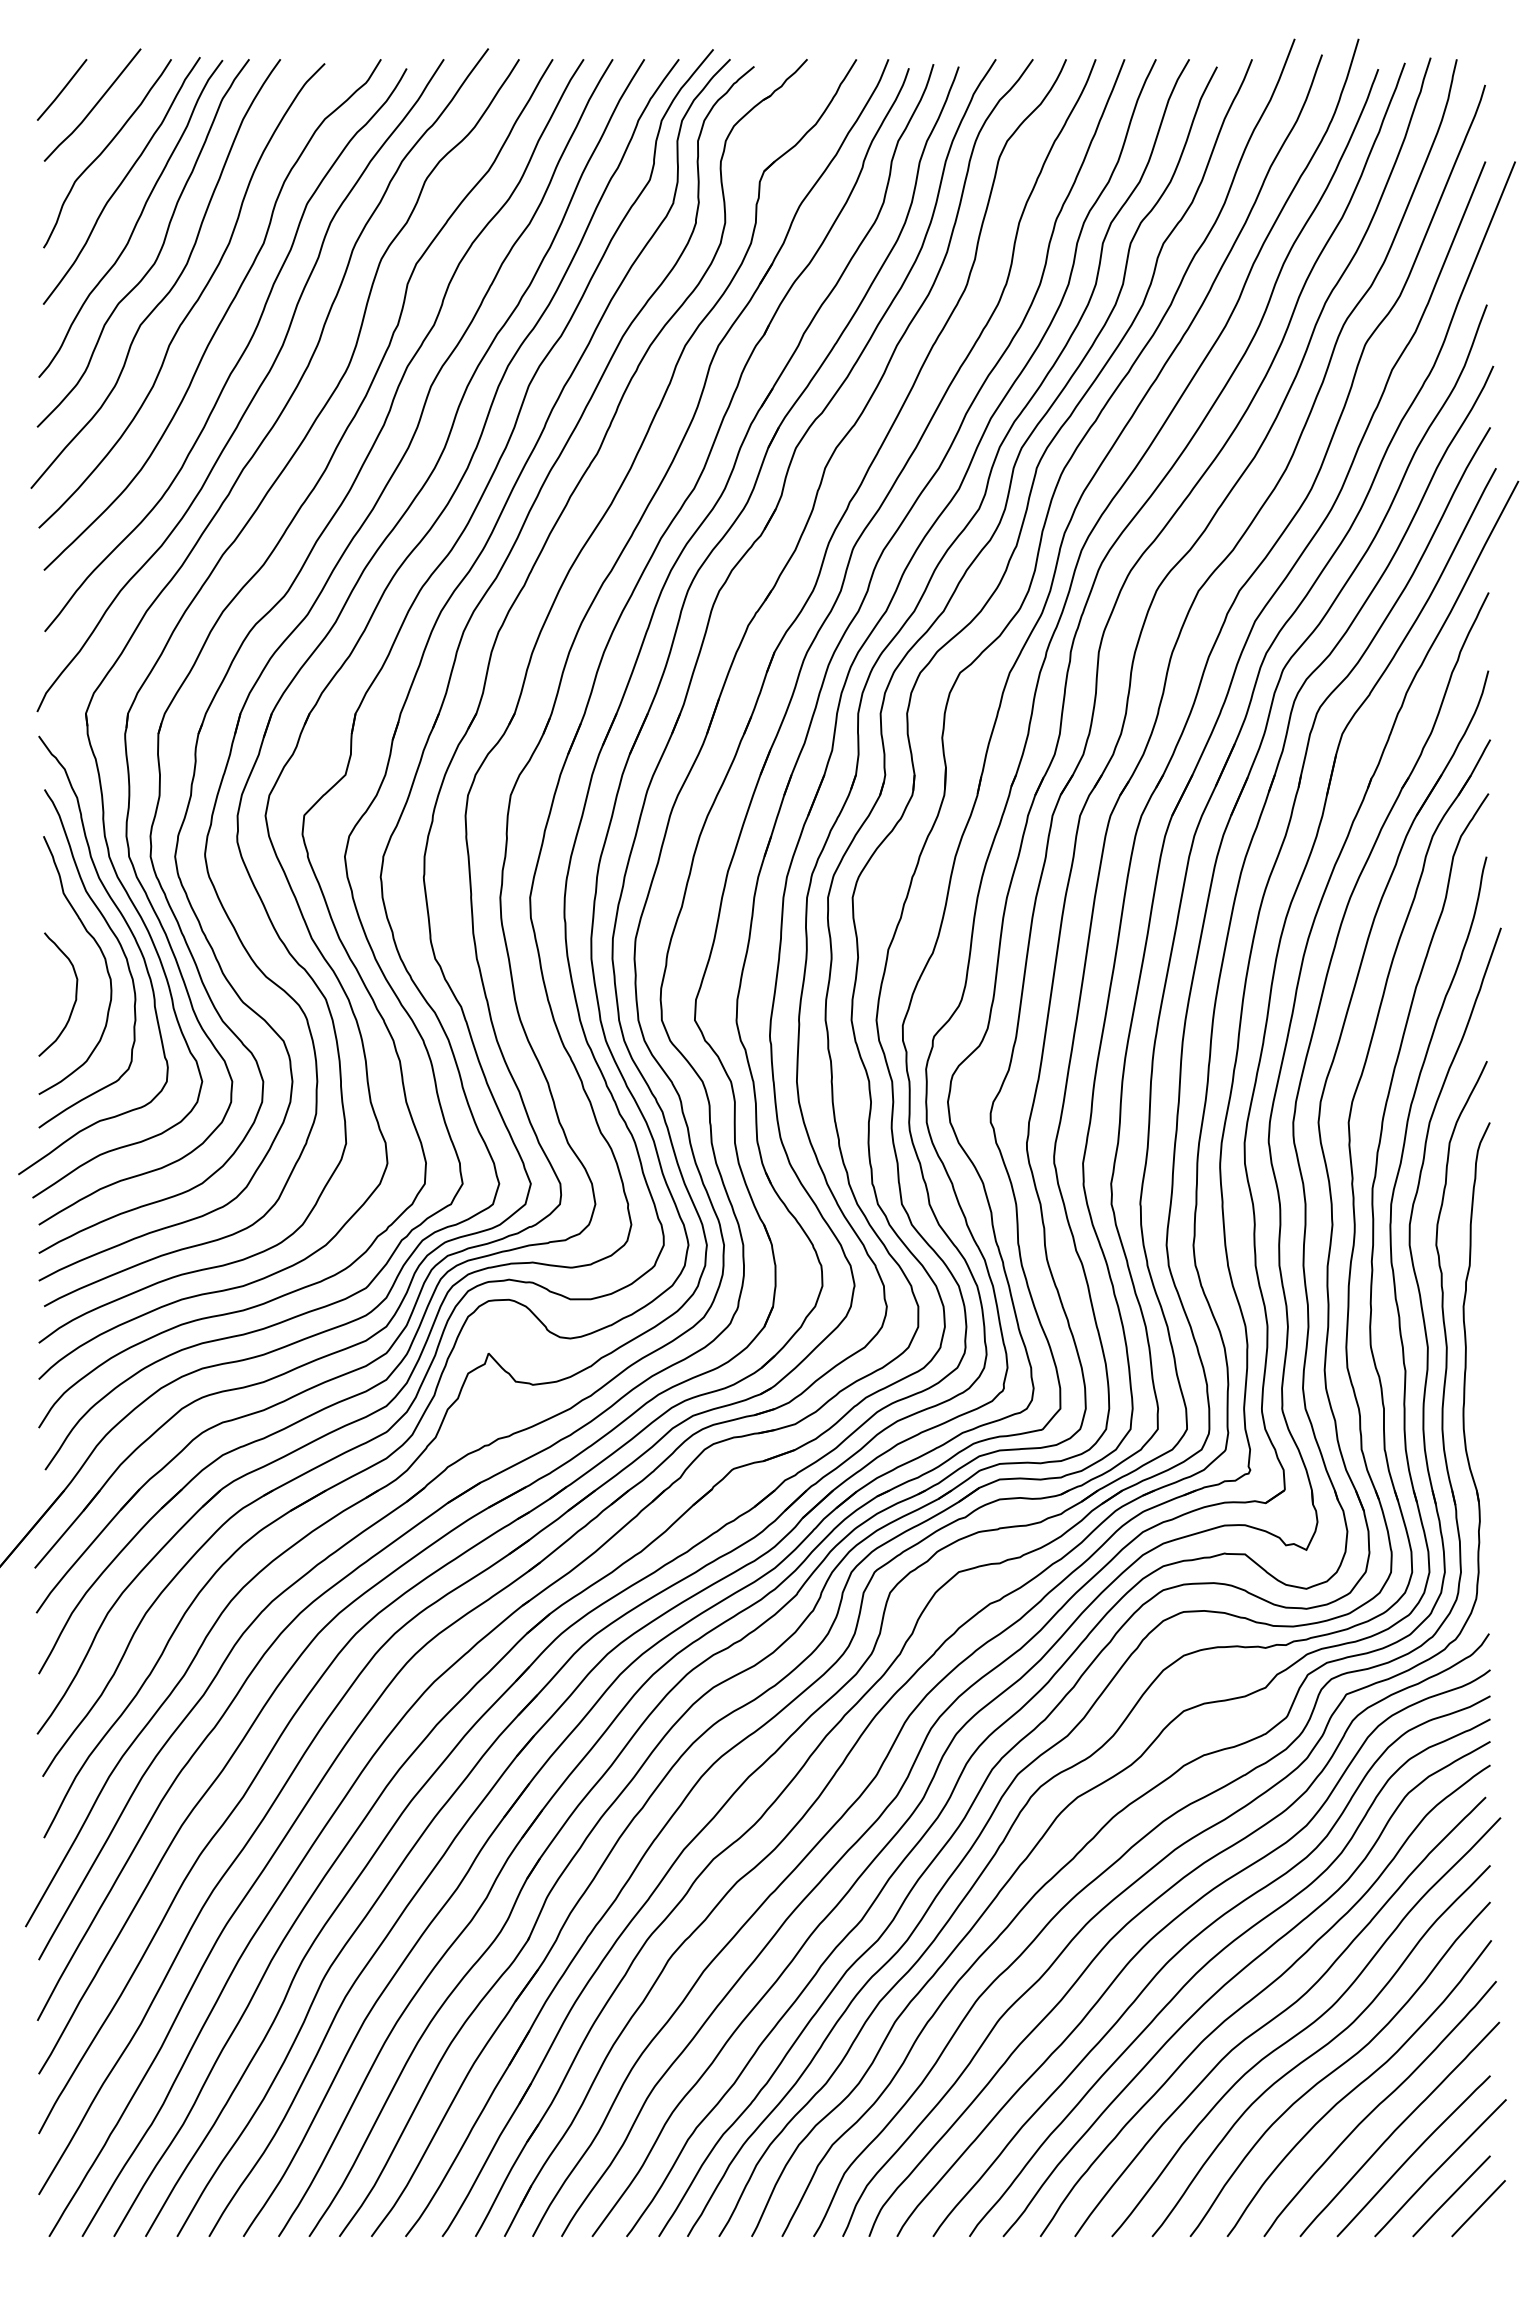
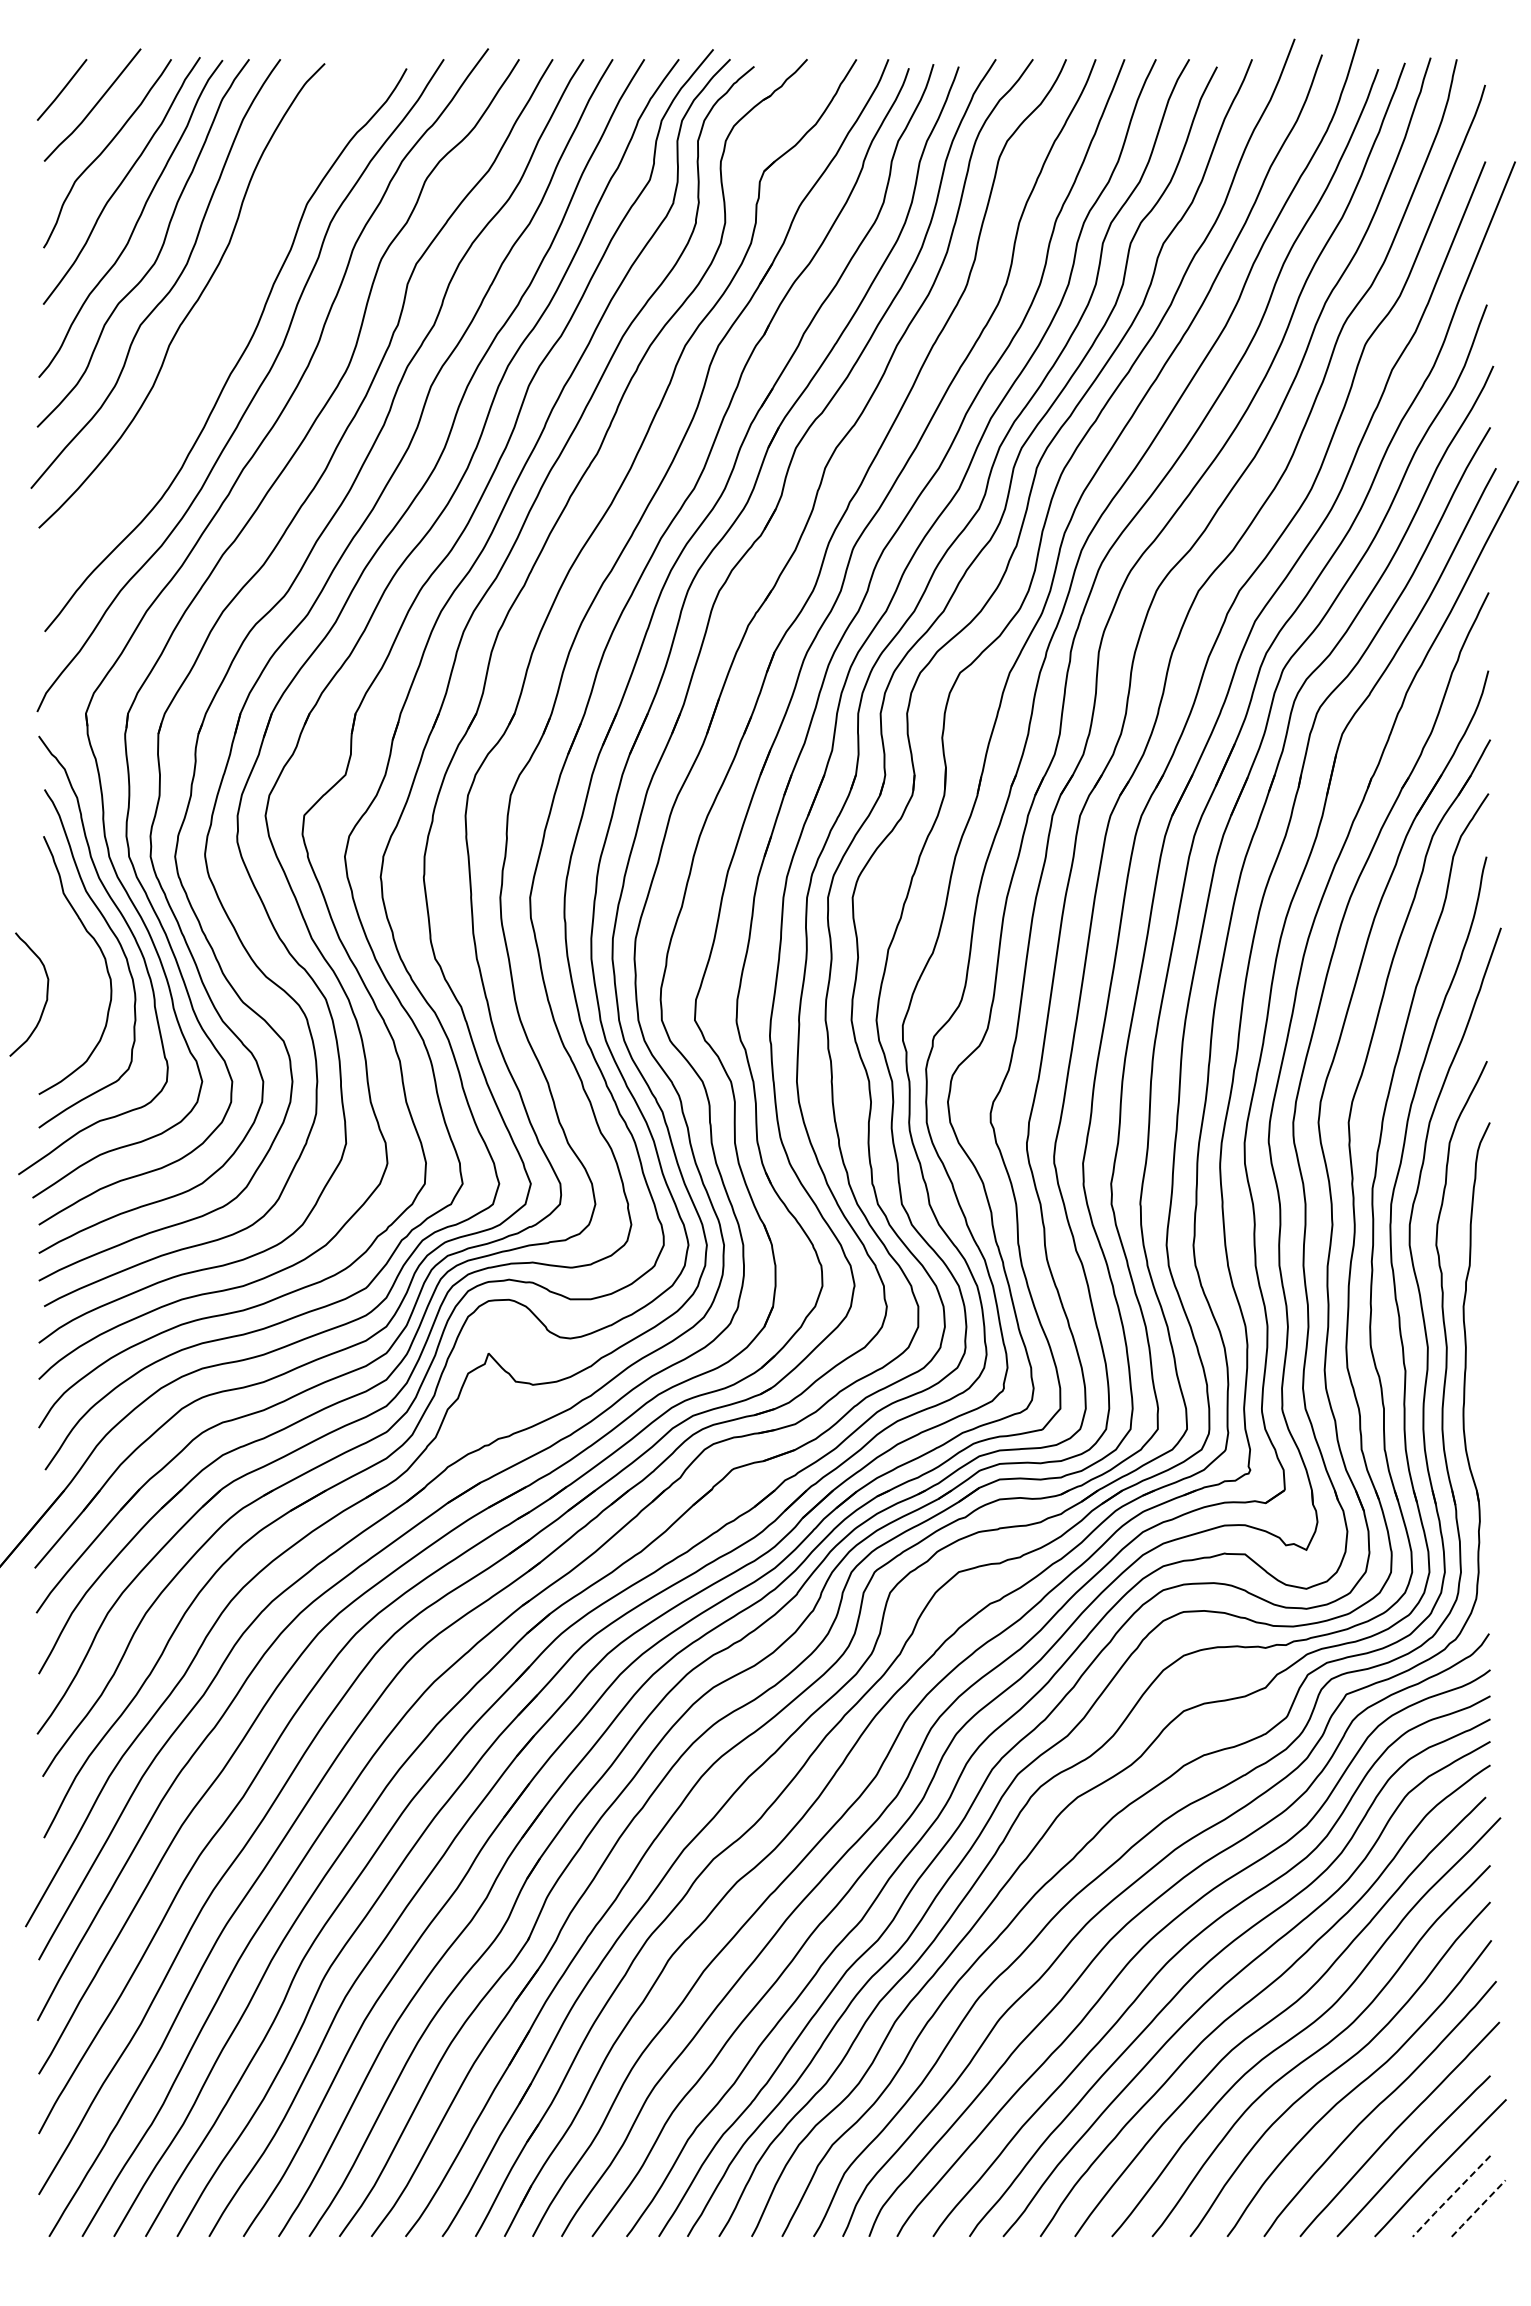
curve at (221, 318): present -> none
curve at (75, 994) position: (75, 994) -> (46, 994)
line at (1450, 2196): solid -> dashed
line at (1477, 2209): solid -> dashed
